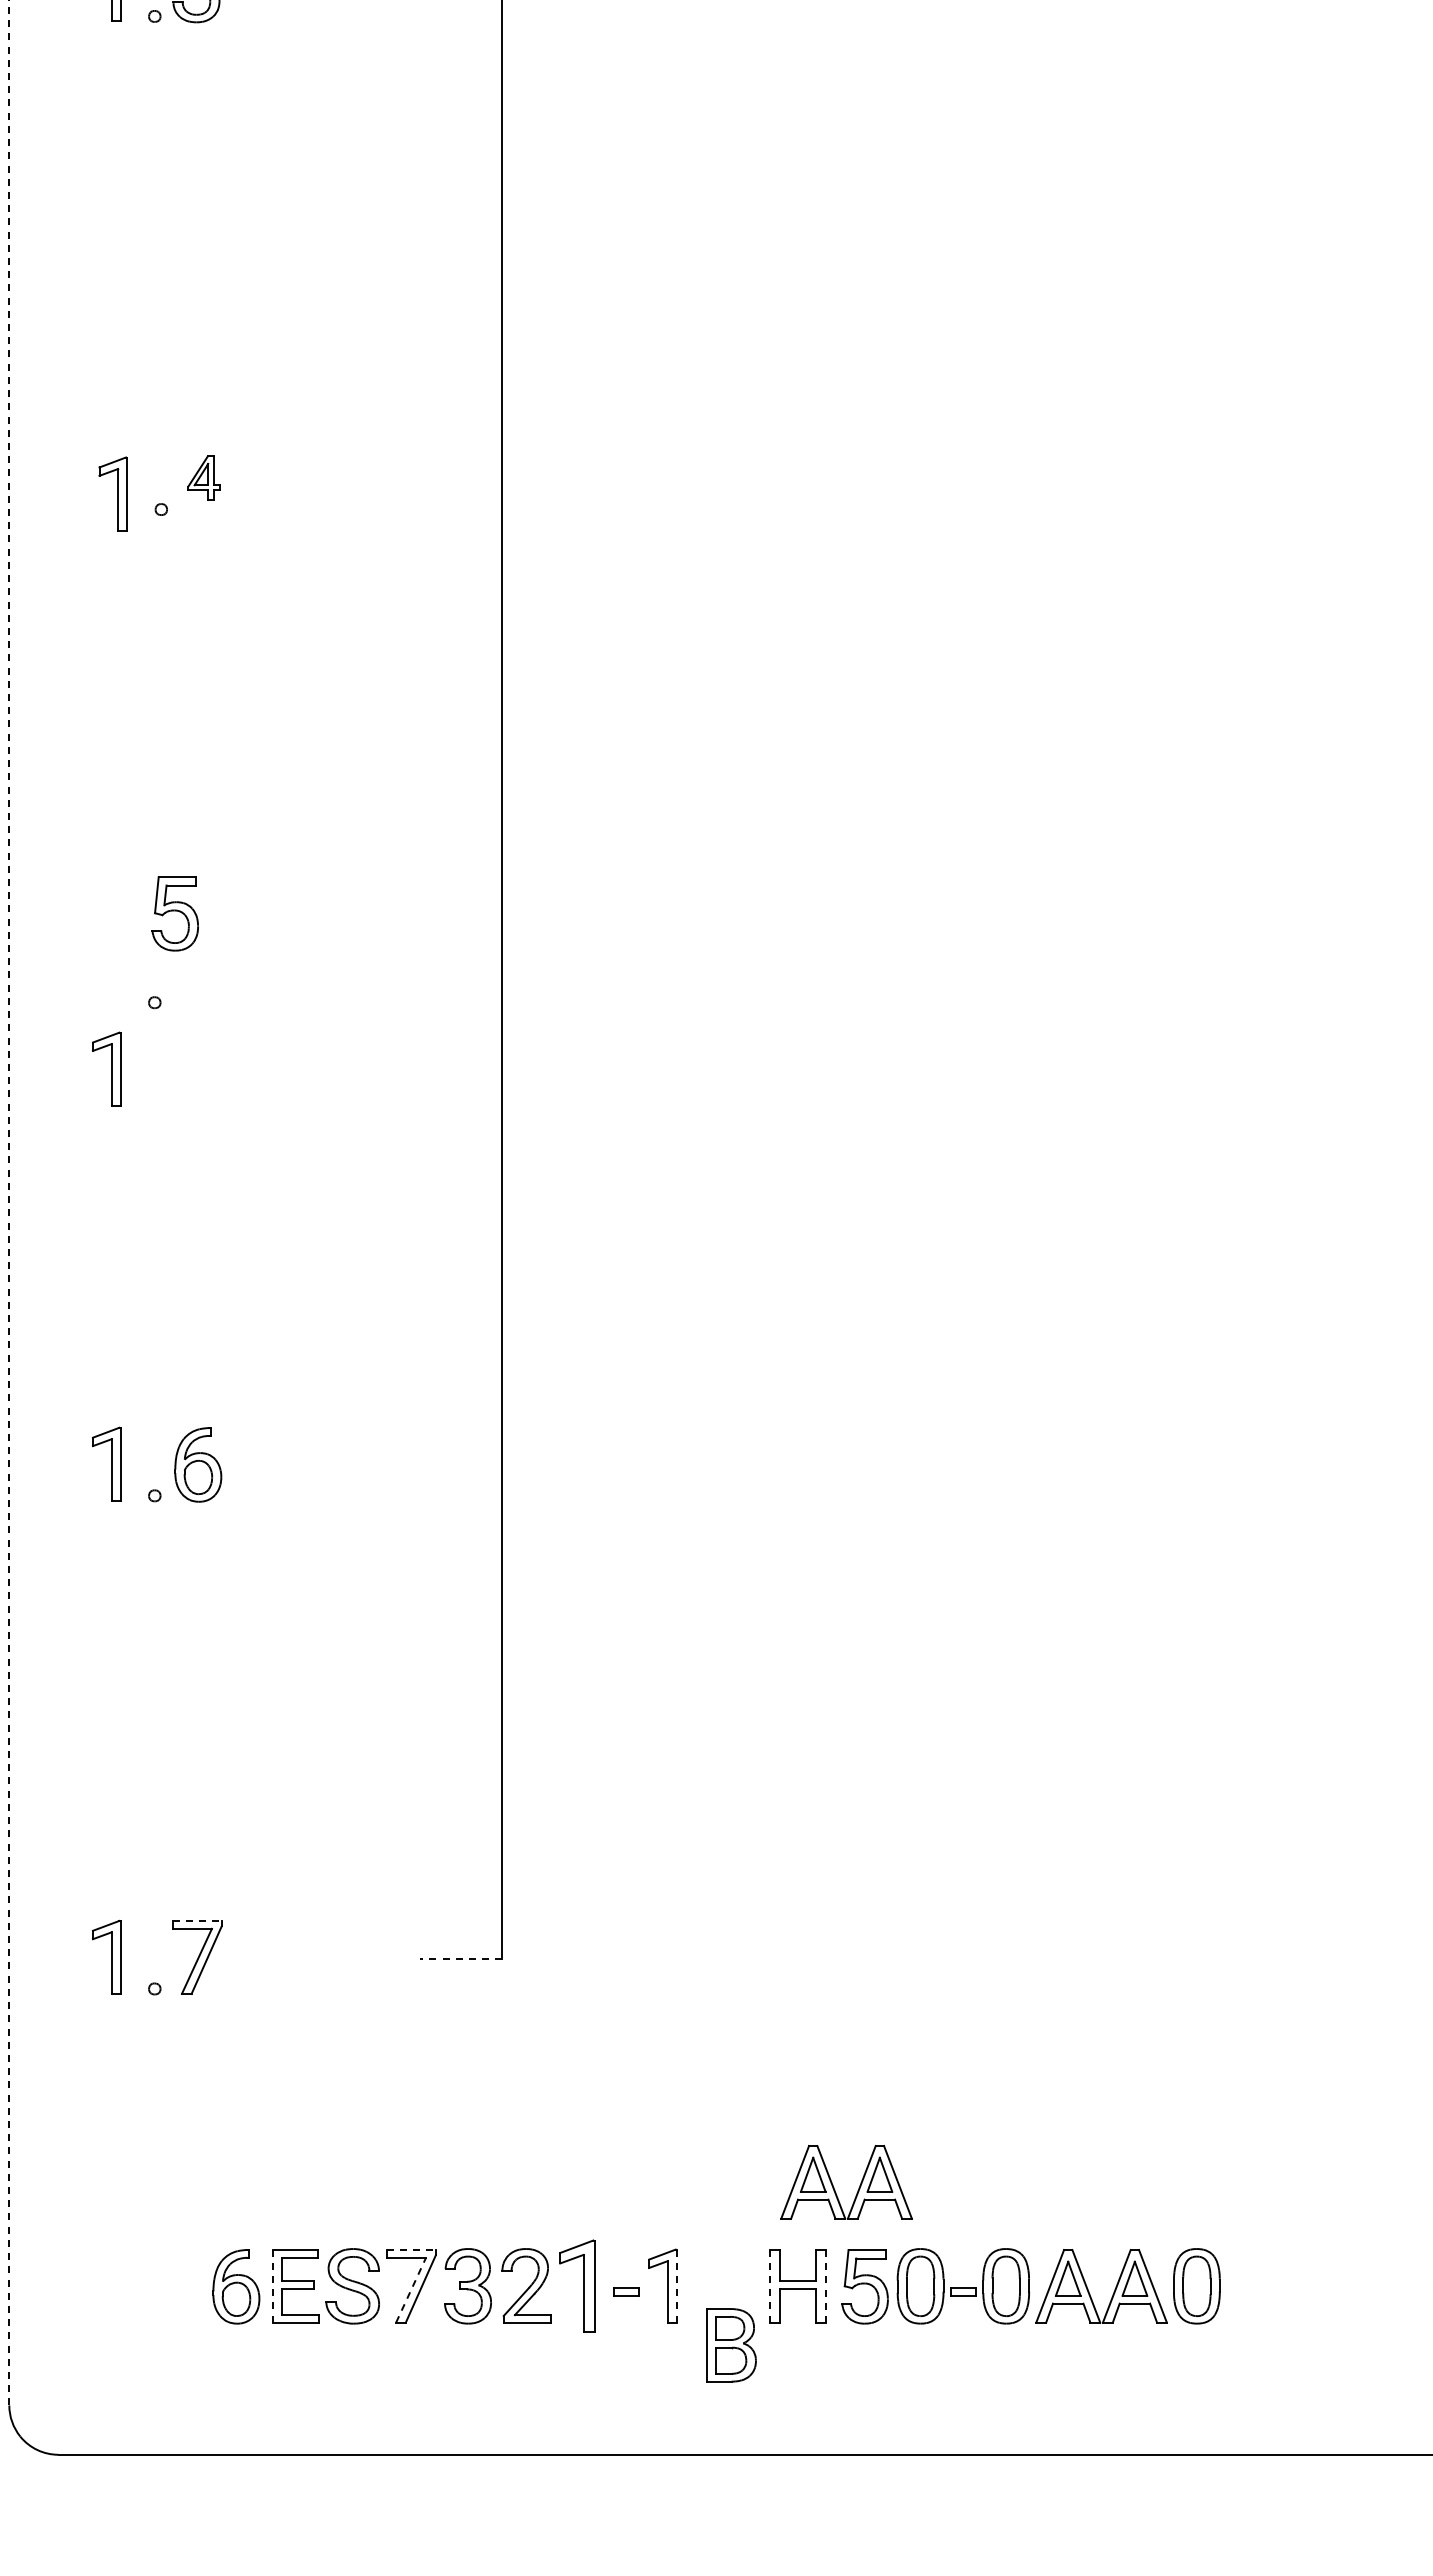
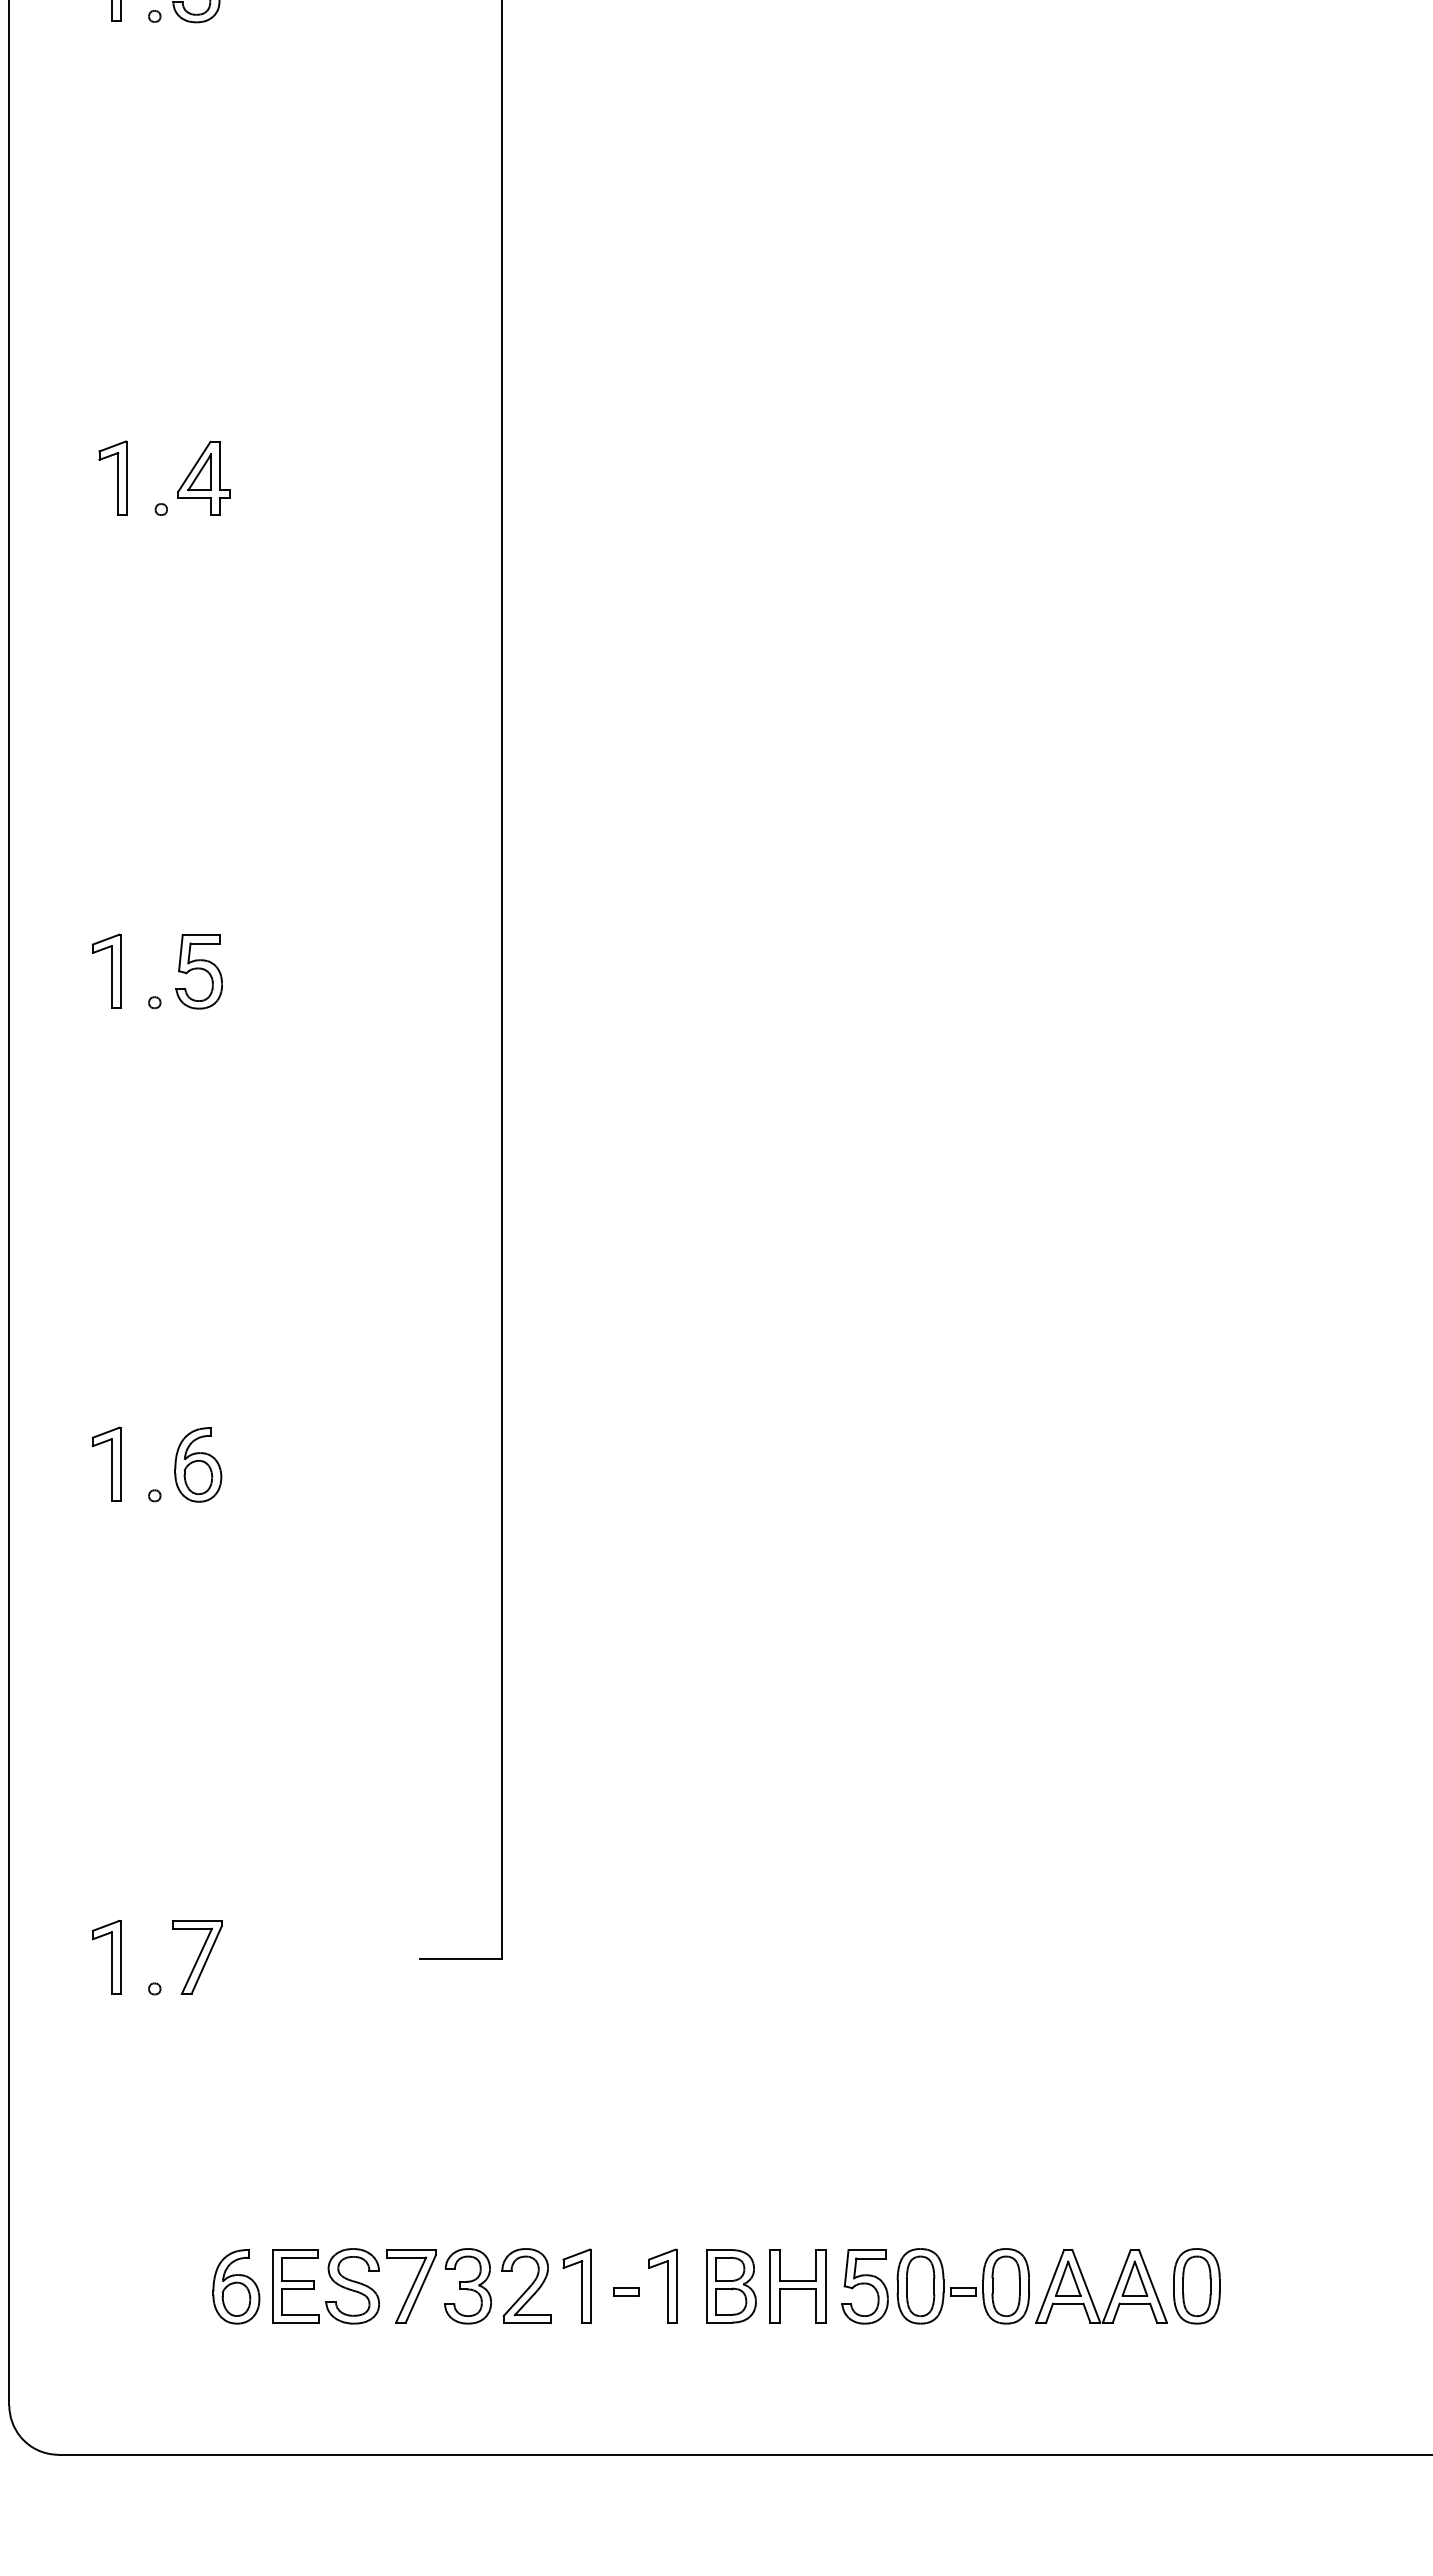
part at (203, 477) size: 34x46 px -> 54x76 px
part at (112, 493) position: (112, 493) -> (112, 477)
part at (174, 913) position: (174, 913) -> (198, 971)
part at (106, 1068) position: (106, 1068) -> (106, 970)
line at (9, 1202): dashed -> solid
line at (197, 1921): dashed -> solid
line at (460, 1959): dashed -> solid
part at (834, 2187): present -> none
line at (411, 2250): dashed -> solid
line at (272, 2285): dashed -> solid
part at (577, 2285) size: 37x94 px -> 30x76 px
line at (770, 2285): dashed -> solid
line at (677, 2286): dashed -> solid
line at (826, 2286): dashed -> solid
line at (411, 2290): dashed -> solid
part at (731, 2345) position: (731, 2345) -> (731, 2286)
